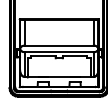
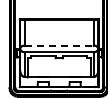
line at (59, 45): solid -> dashed
